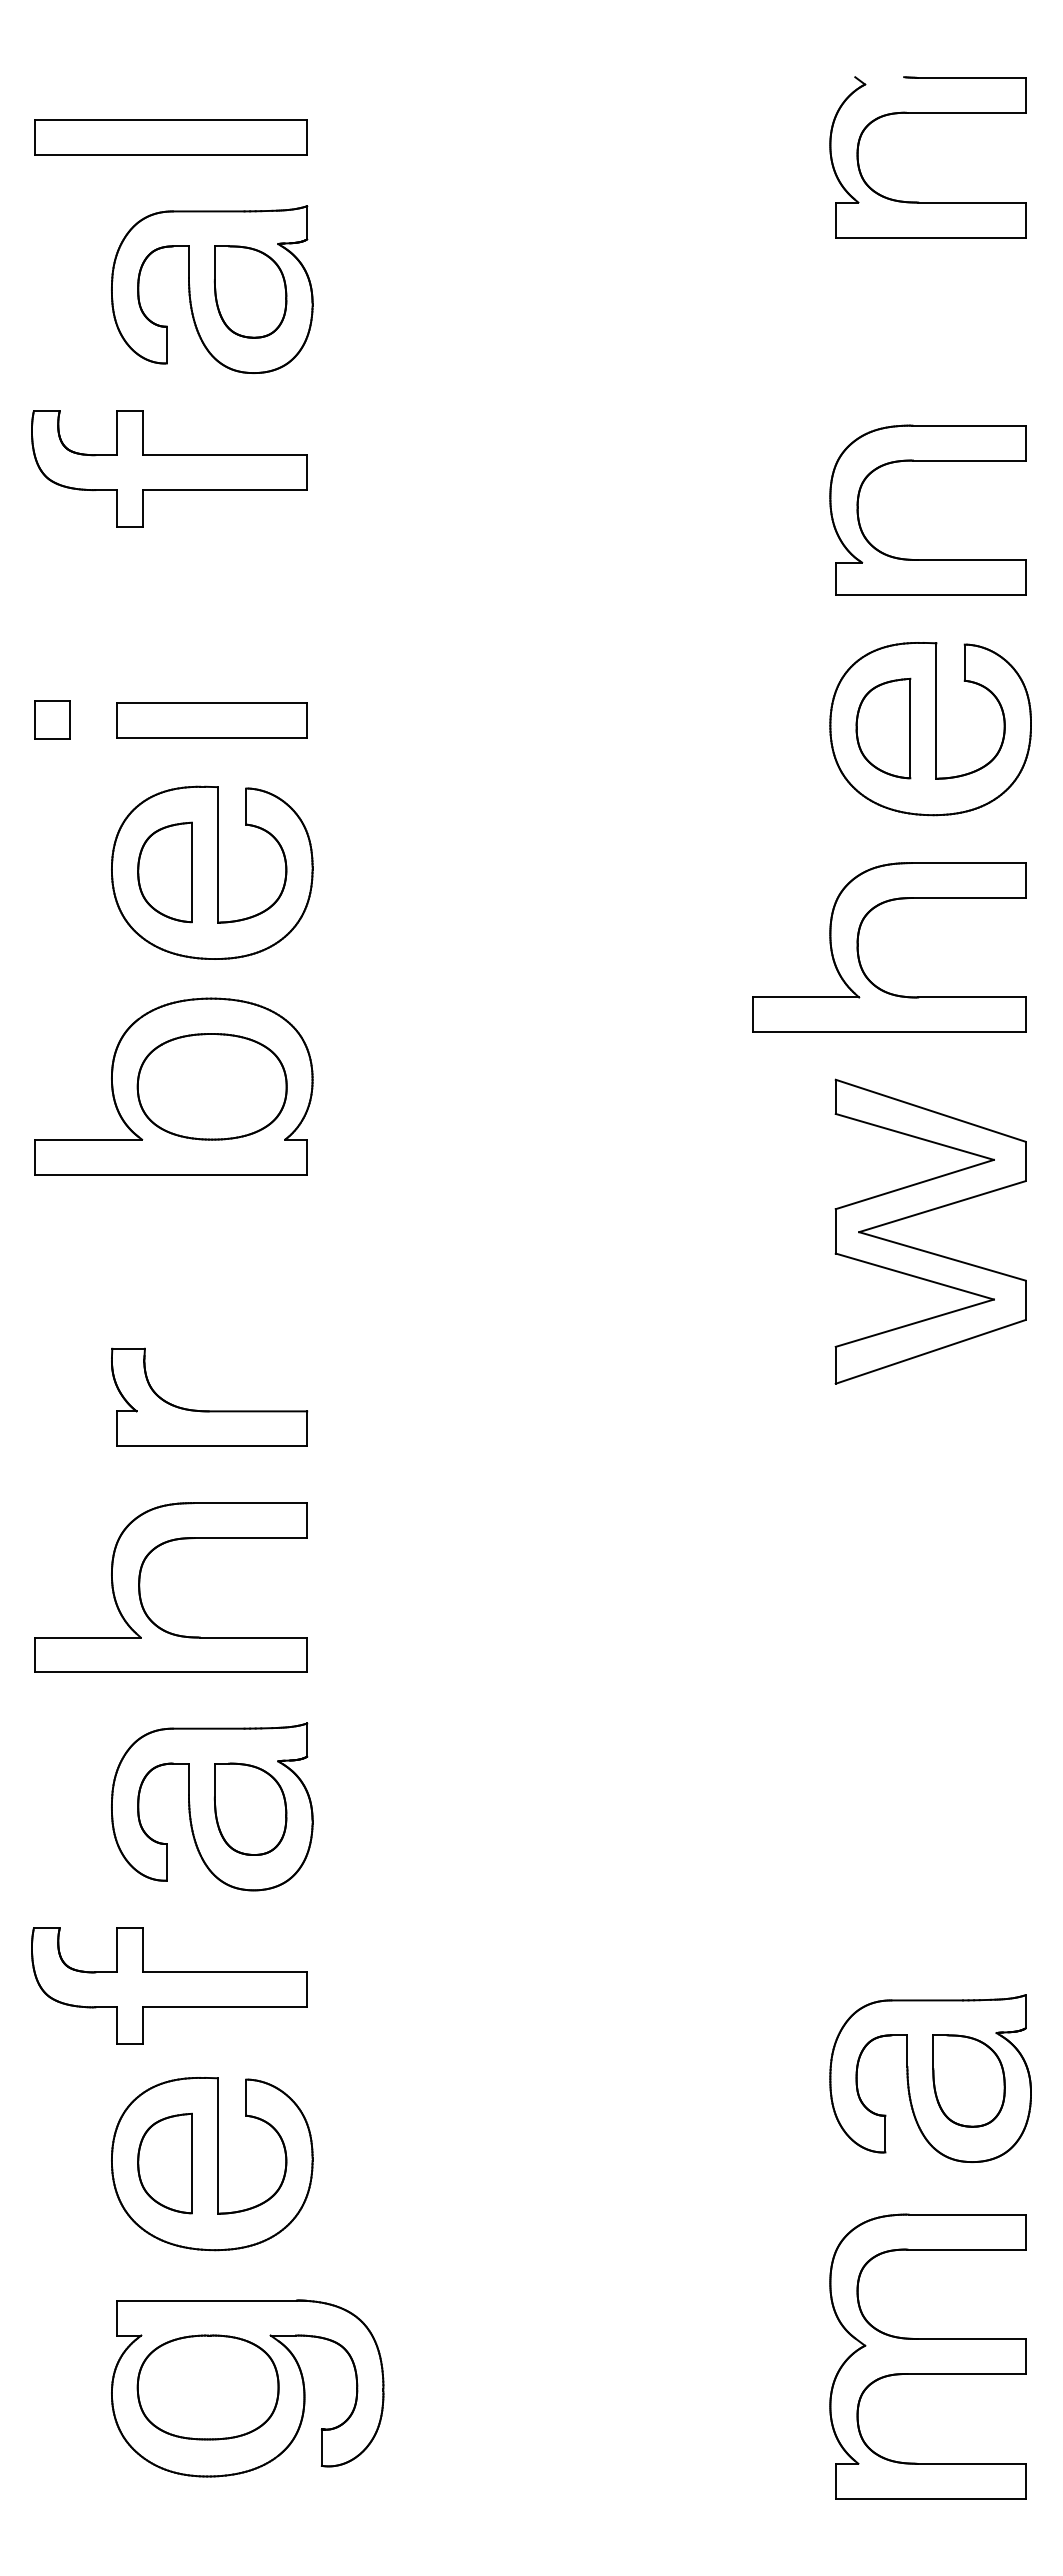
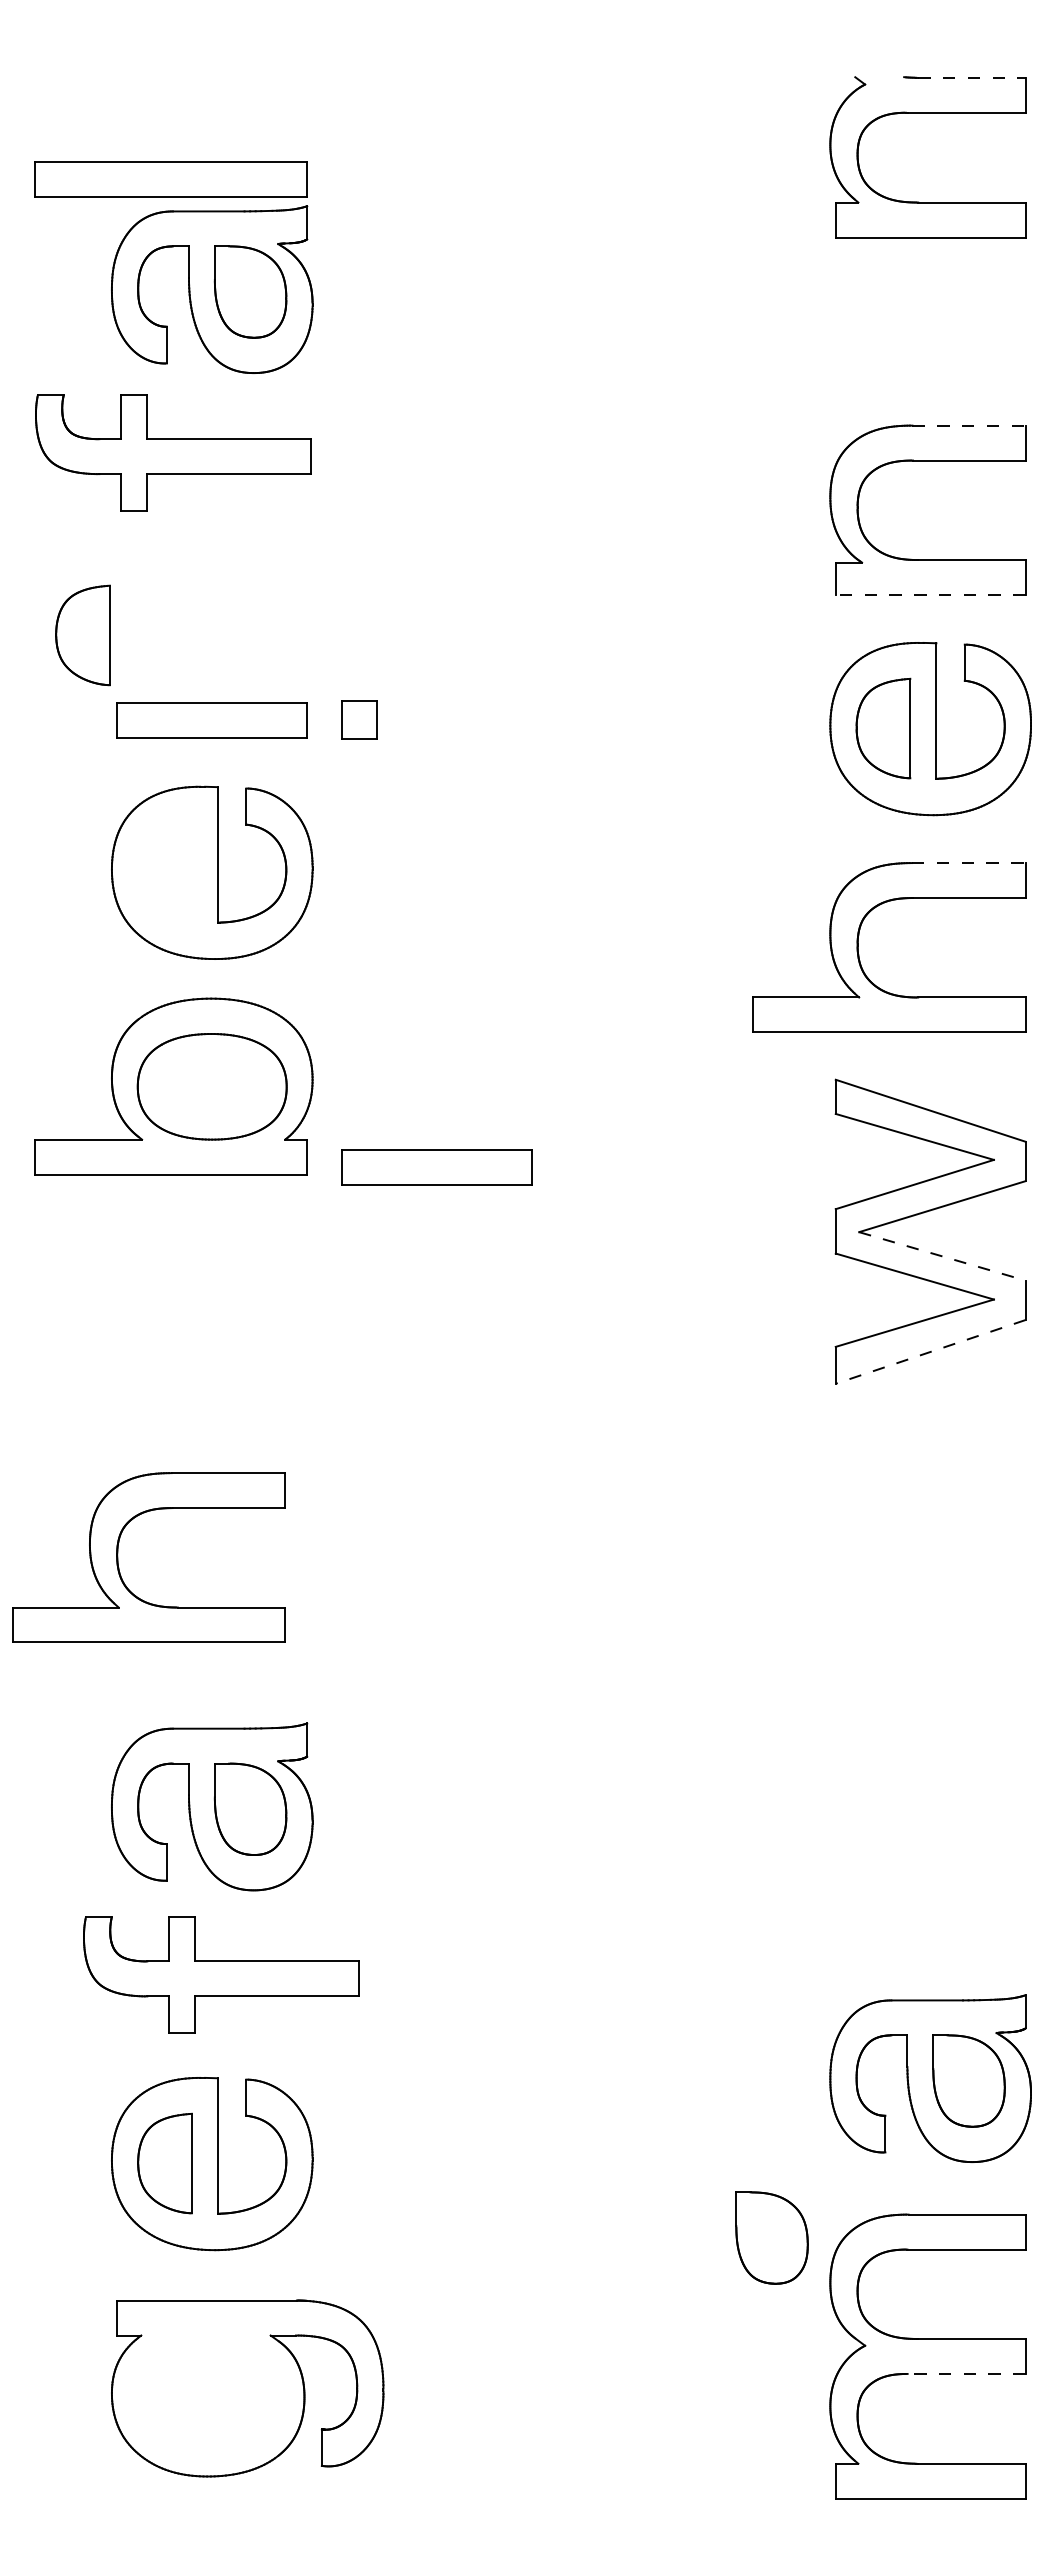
line at (971, 77): solid -> dashed
part at (170, 137) position: (170, 137) -> (170, 179)
line at (969, 425): solid -> dashed
part at (169, 468) position: (169, 468) -> (173, 452)
line at (930, 595): solid -> dashed
part at (52, 719) position: (52, 719) -> (359, 719)
line at (968, 863): solid -> dashed
part at (164, 872) position: (164, 872) -> (82, 635)
part at (436, 1167): none -> present
line at (942, 1256): solid -> dashed
line at (930, 1352): solid -> dashed
part at (209, 1410): present -> none
part at (140, 1587) position: (140, 1587) -> (118, 1557)
part at (169, 1985) position: (169, 1985) -> (221, 1974)
part at (771, 2237): none -> present
line at (966, 2373): solid -> dashed
part at (207, 2387): present -> none
